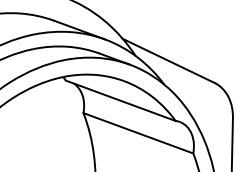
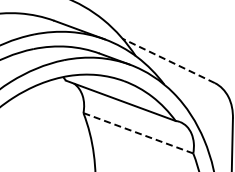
line at (168, 60): solid -> dashed
line at (138, 133): solid -> dashed
